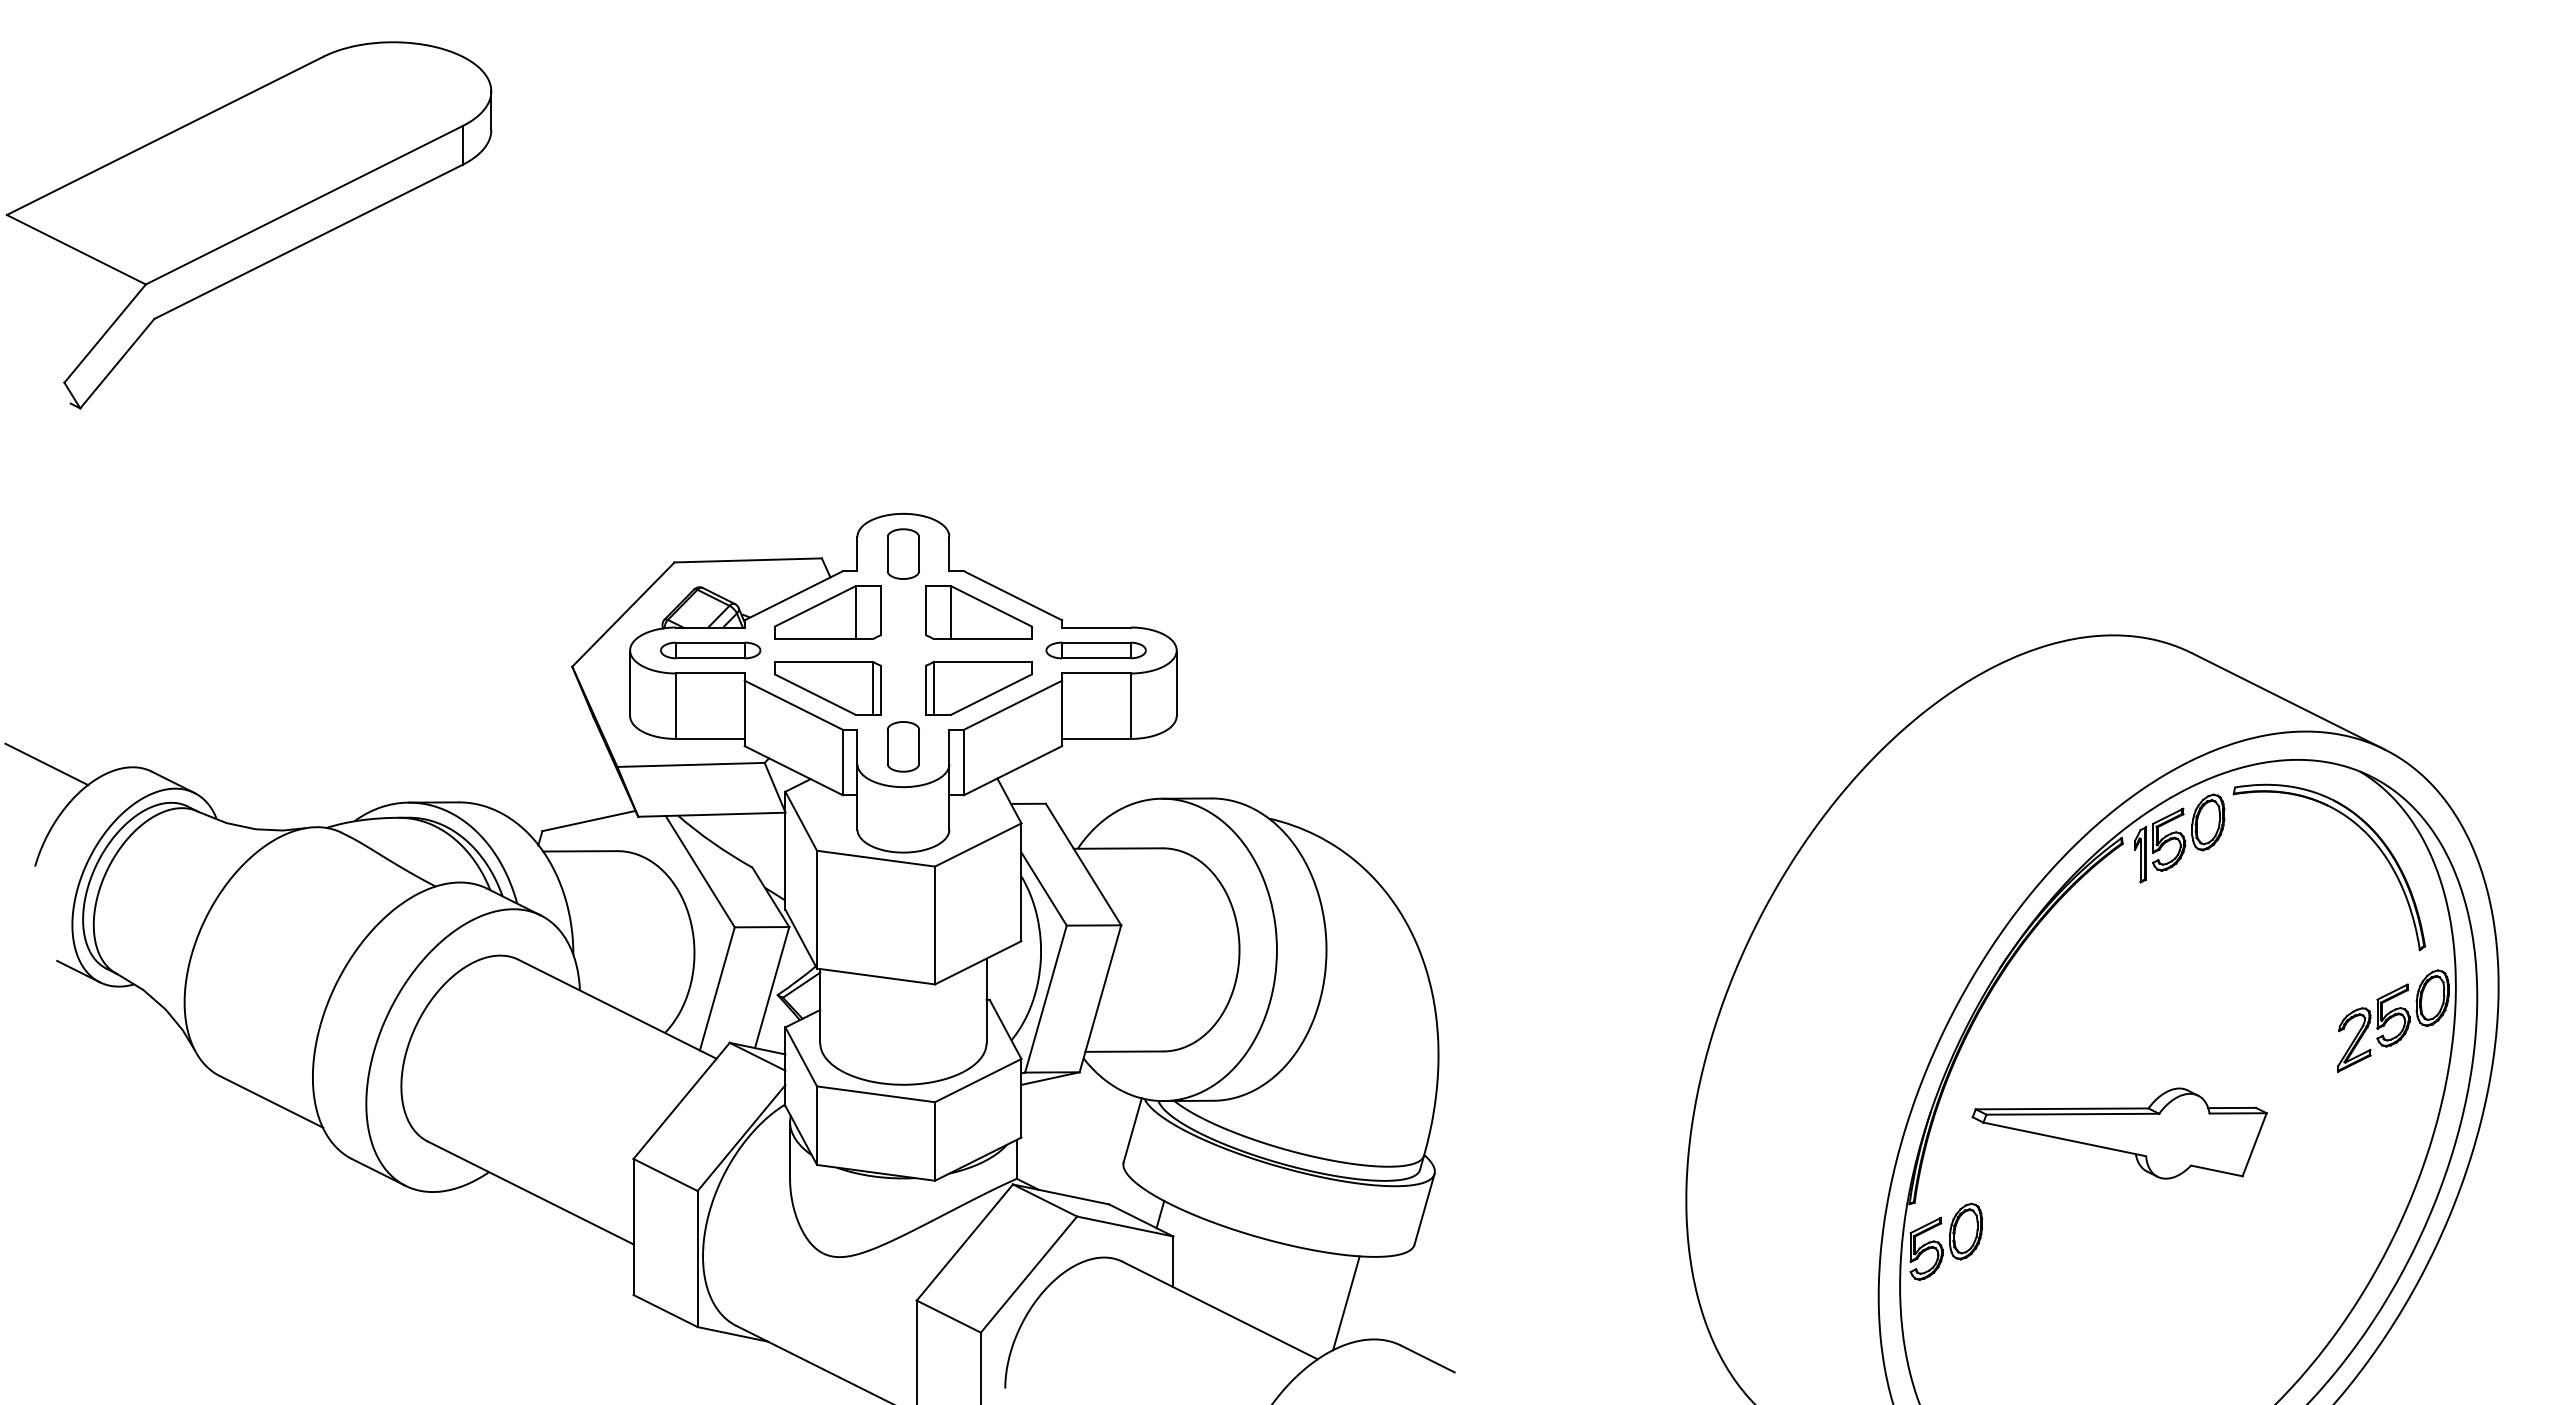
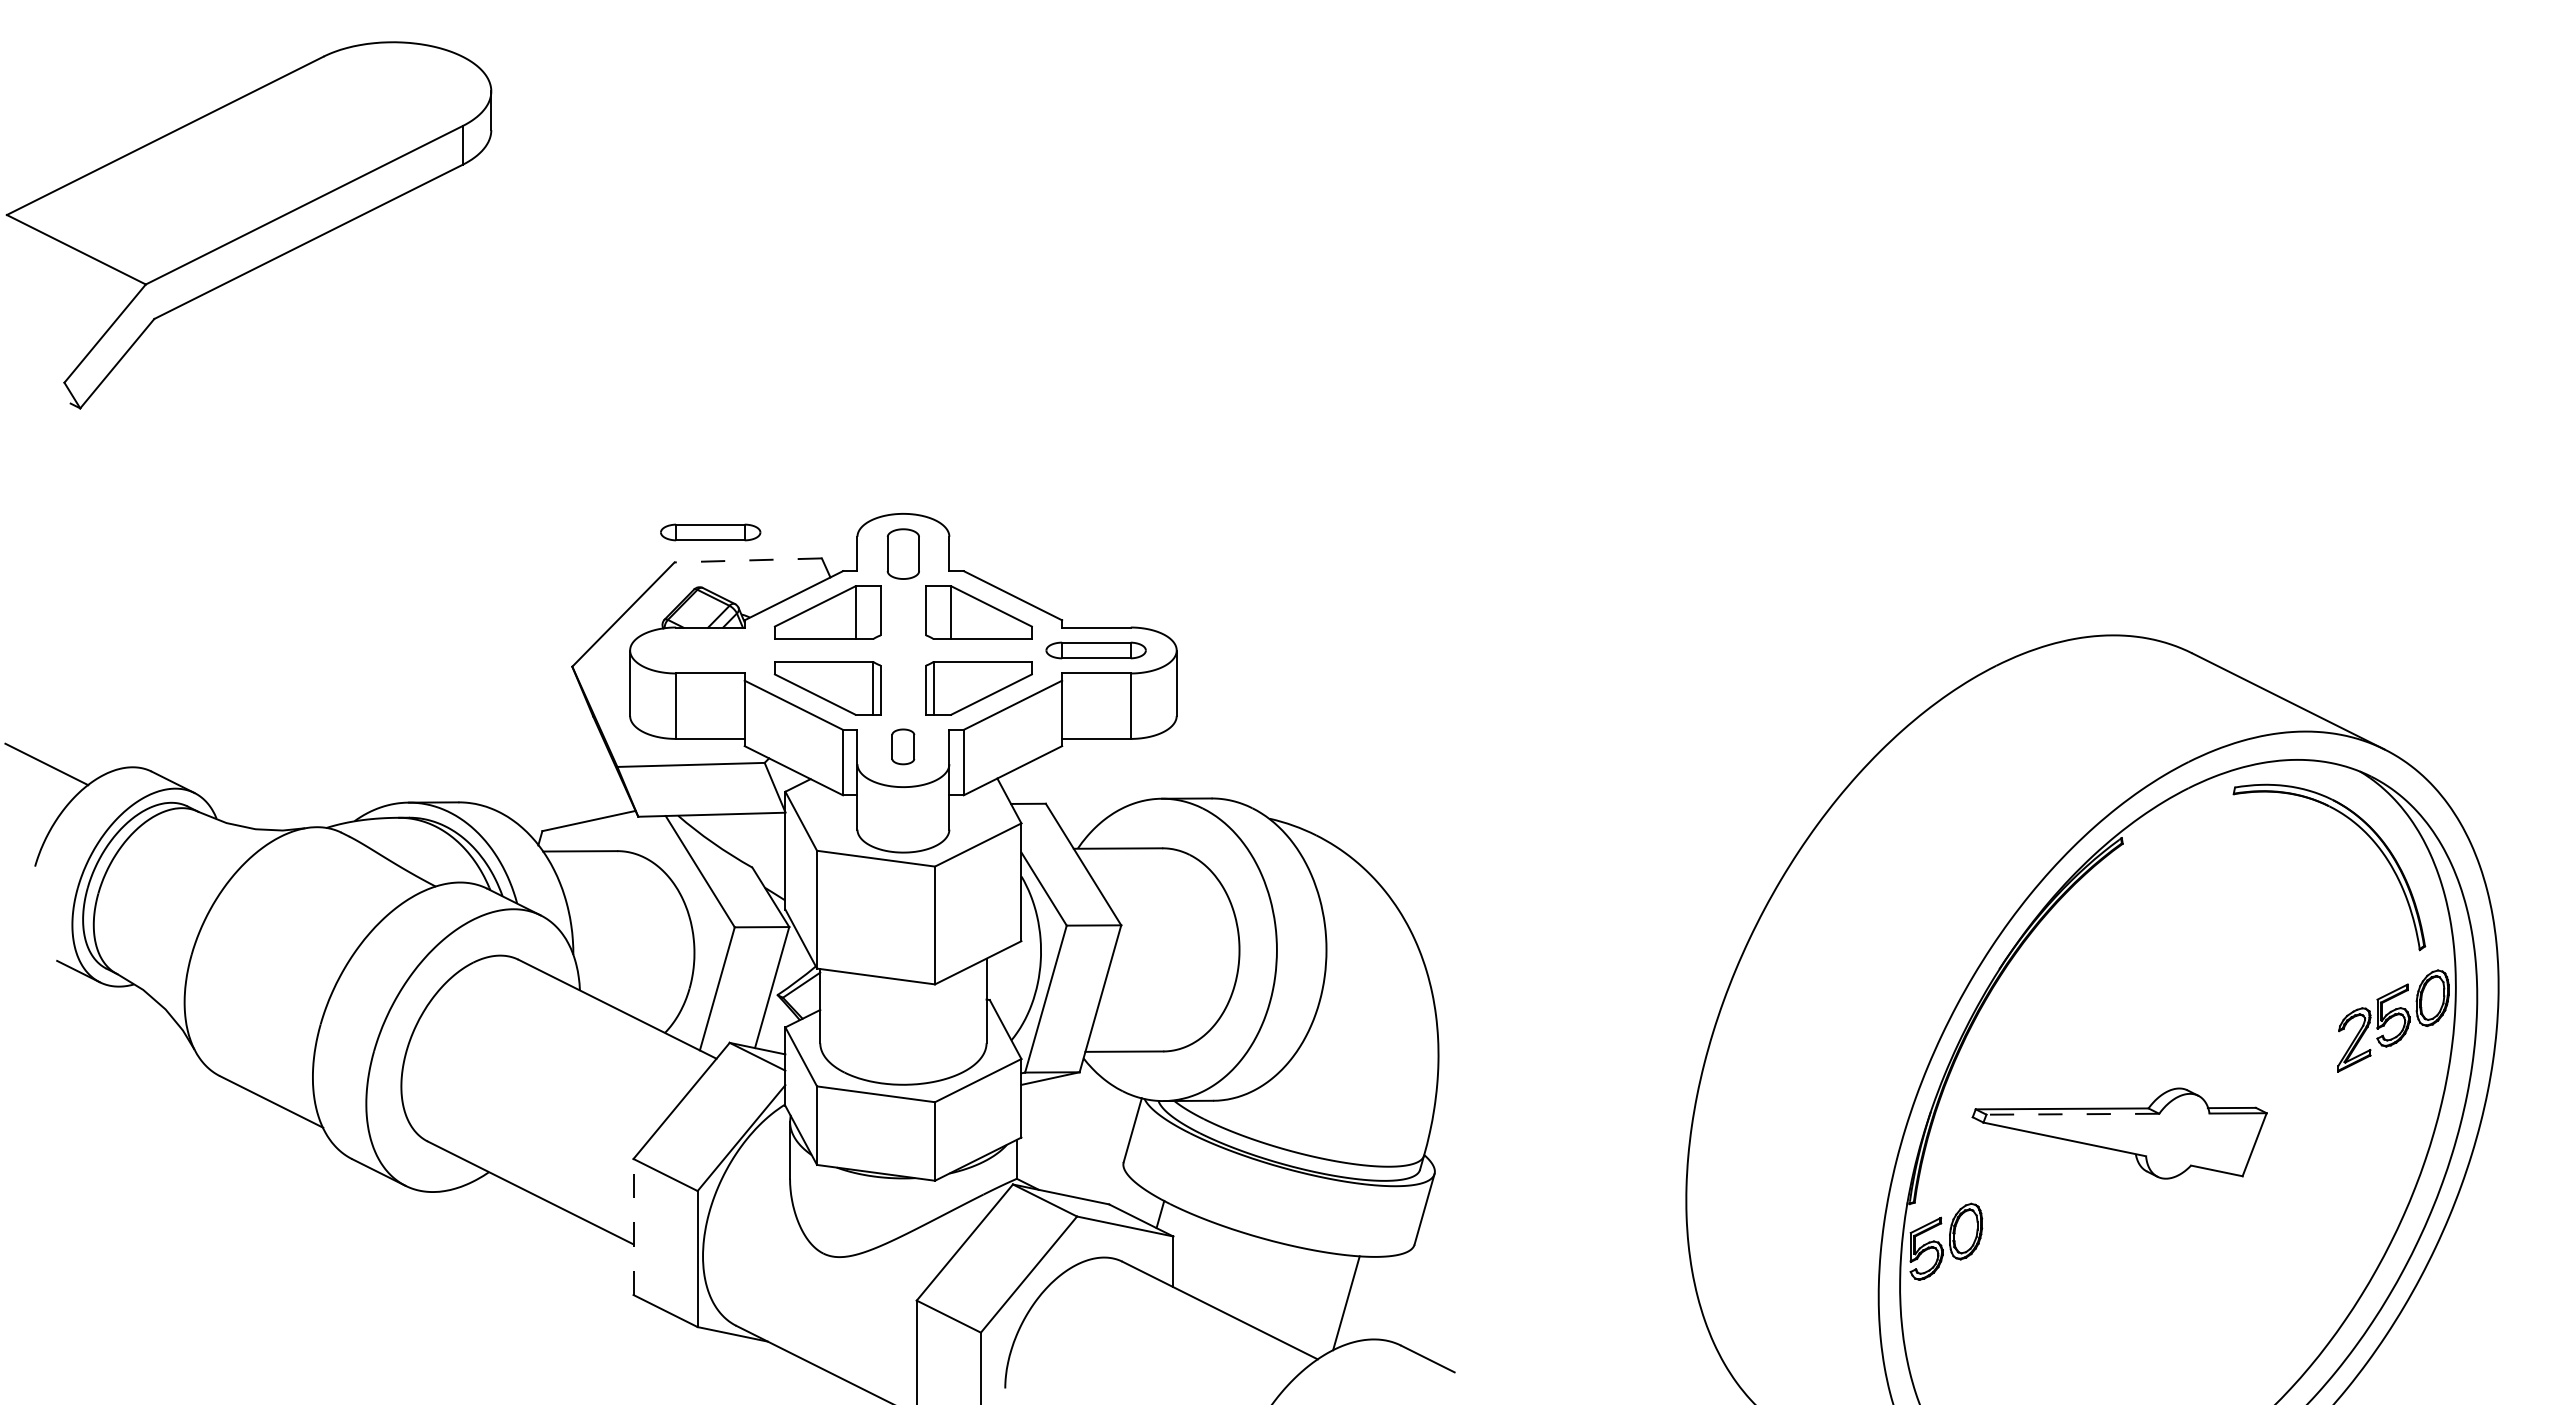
line at (748, 560): solid -> dashed
part at (710, 650) position: (710, 650) -> (710, 532)
part at (902, 746) size: 34x52 px -> 25x38 px
part at (2179, 838): present -> none
line at (2072, 1114): solid -> dashed
line at (633, 1226): solid -> dashed
